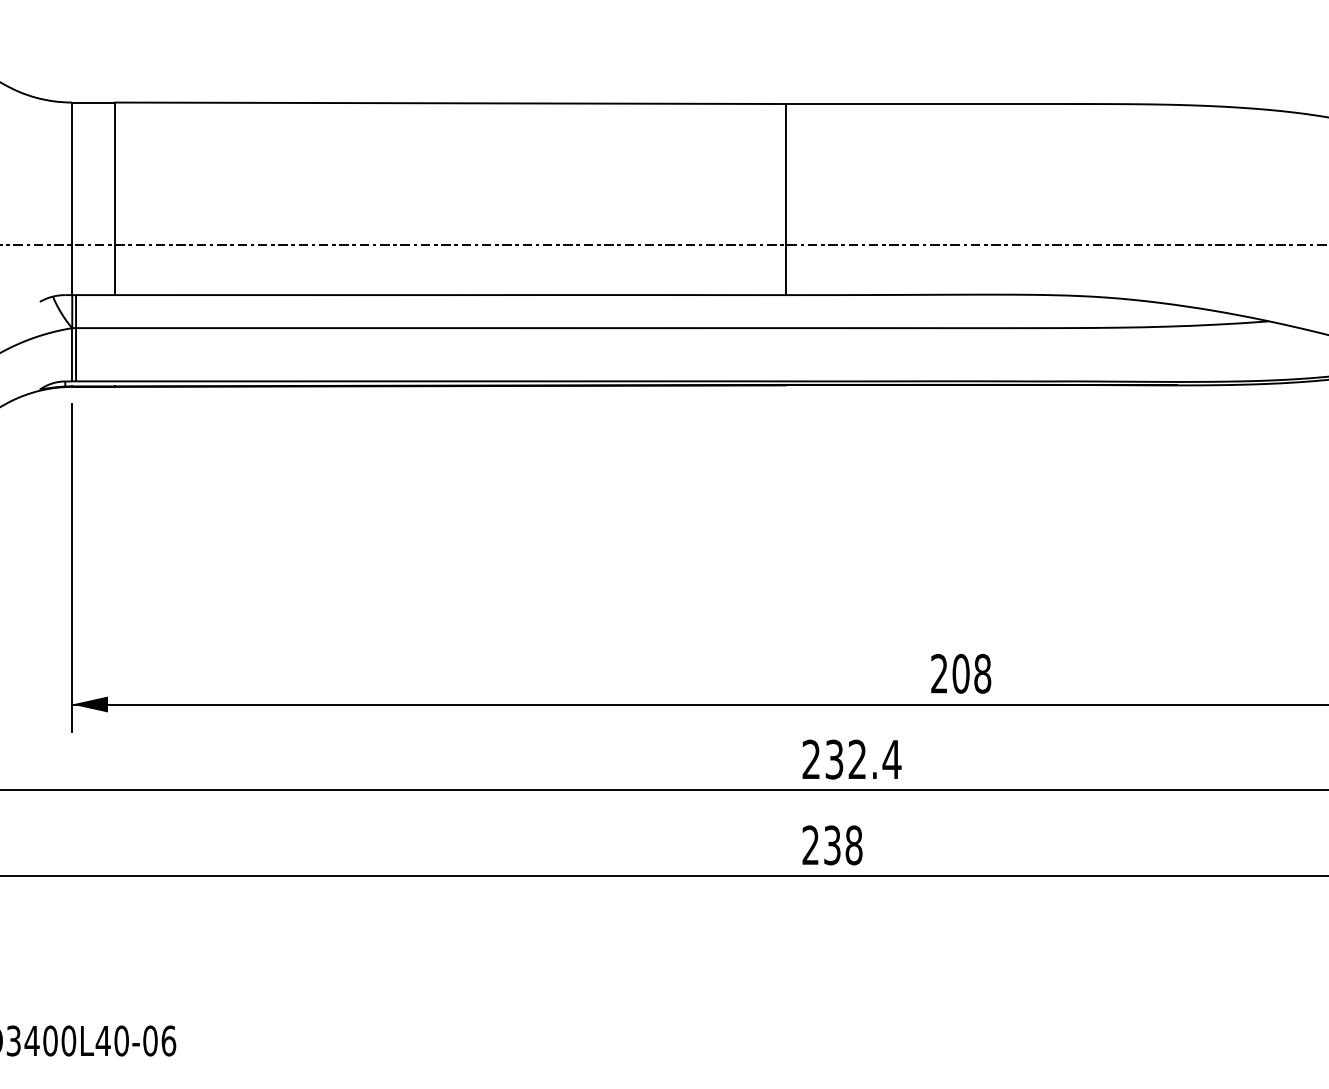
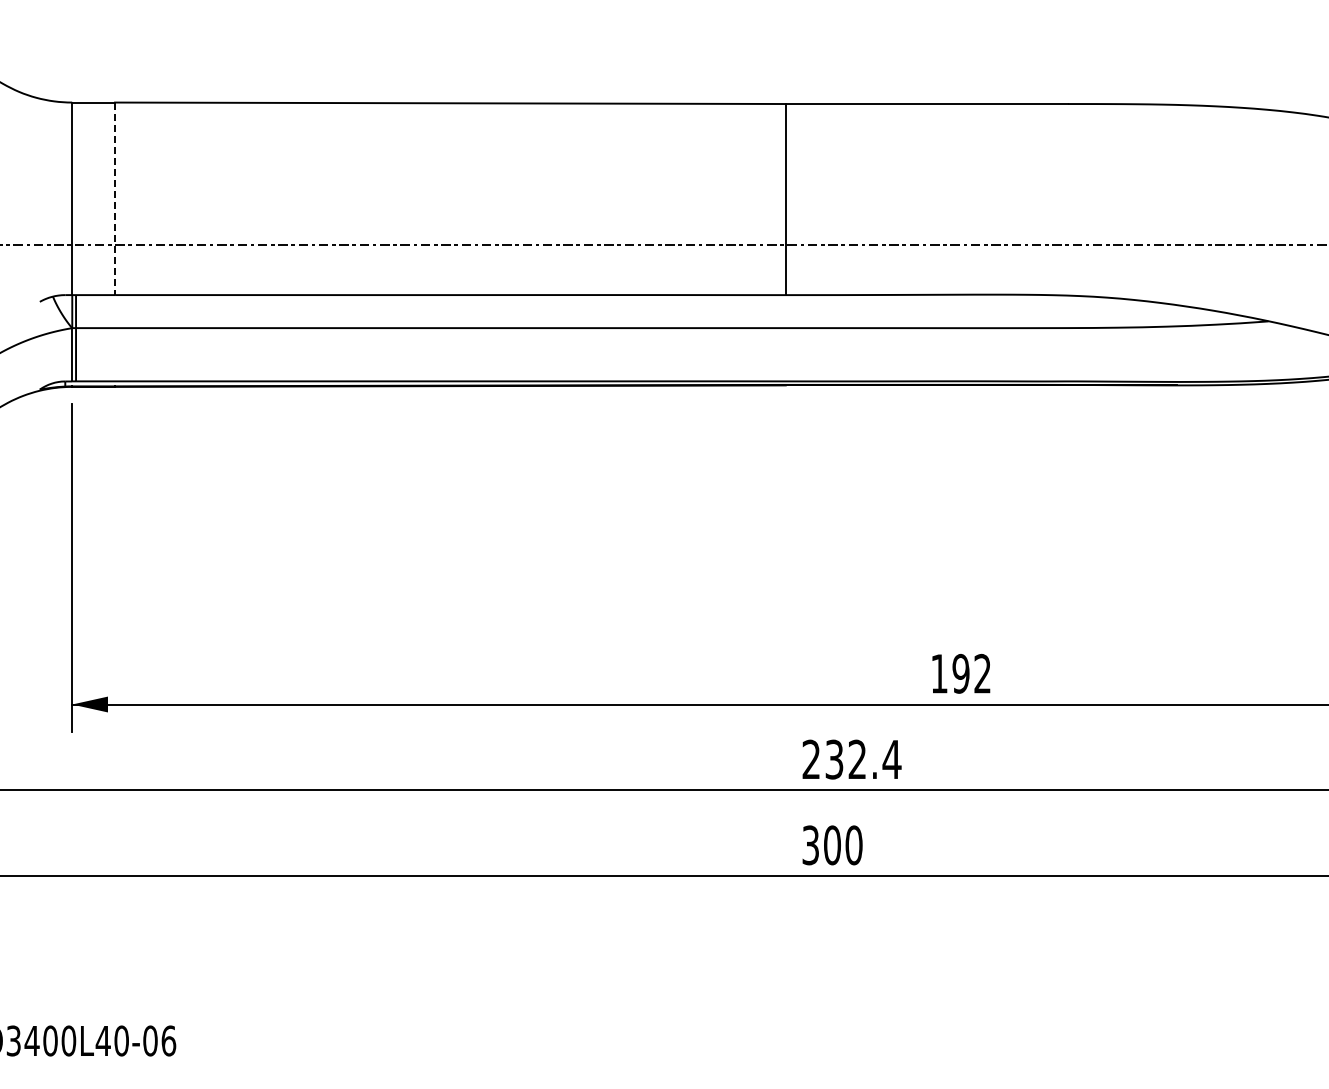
line at (115, 199): solid -> dashed
text at (961, 673): 208 -> 192
text at (832, 845): 238 -> 300
